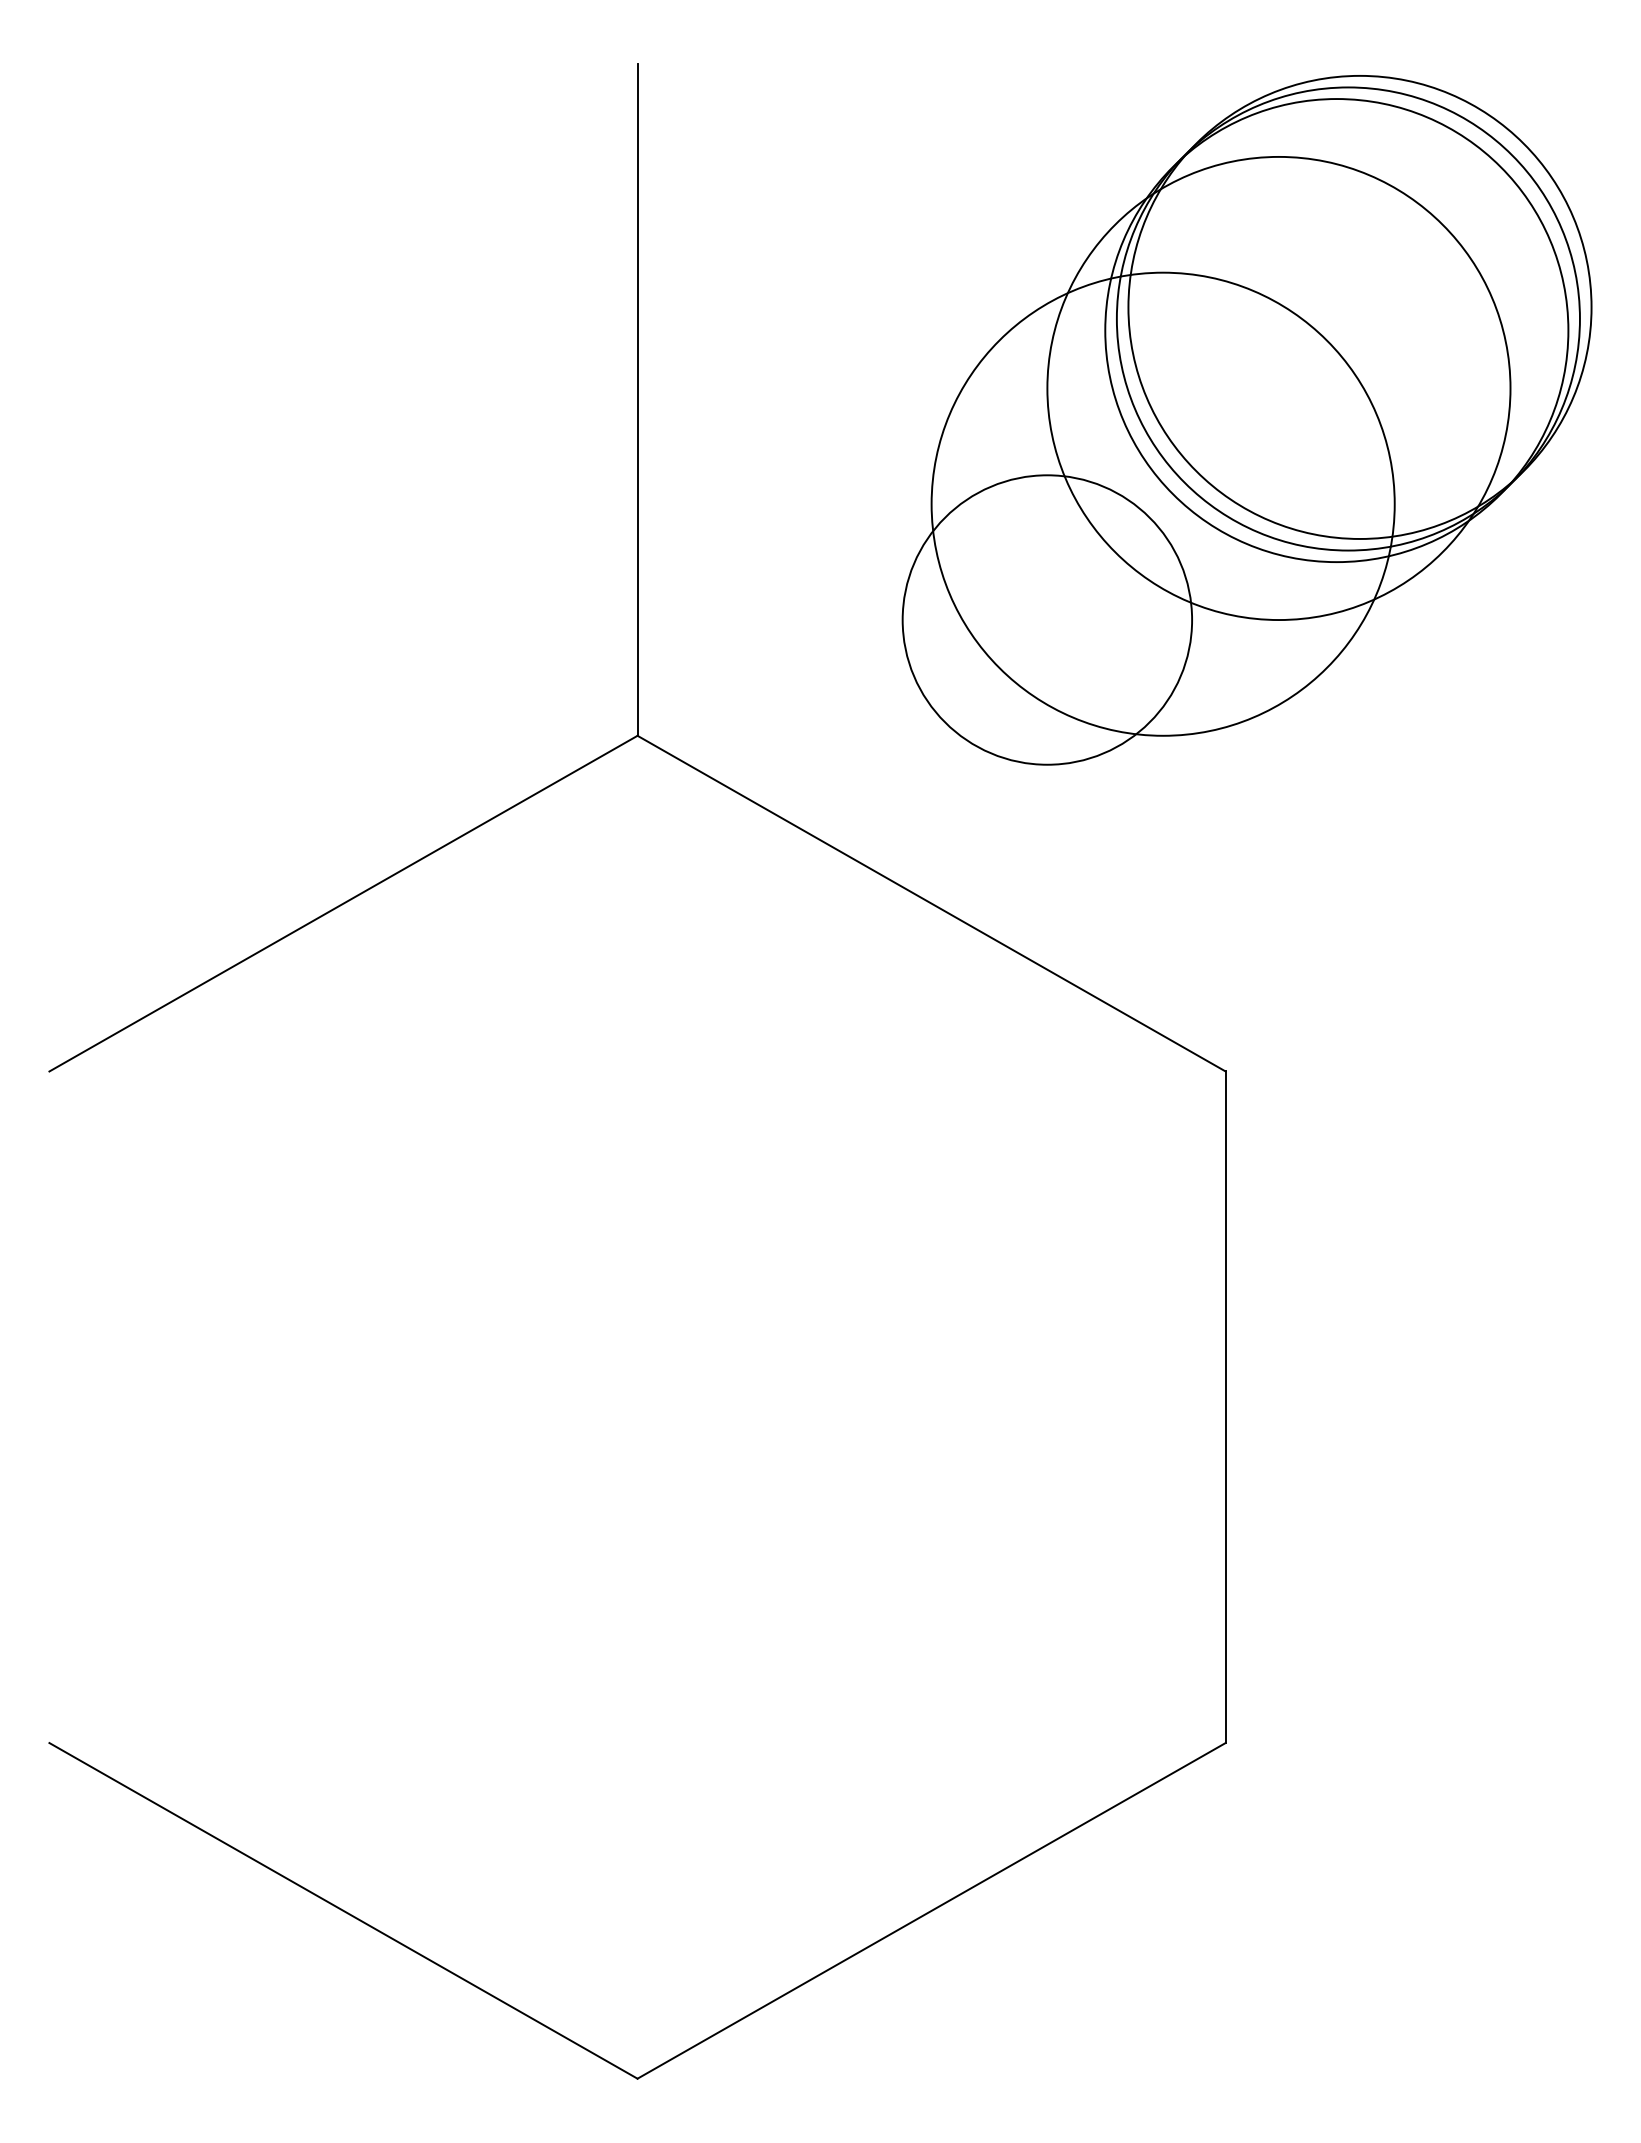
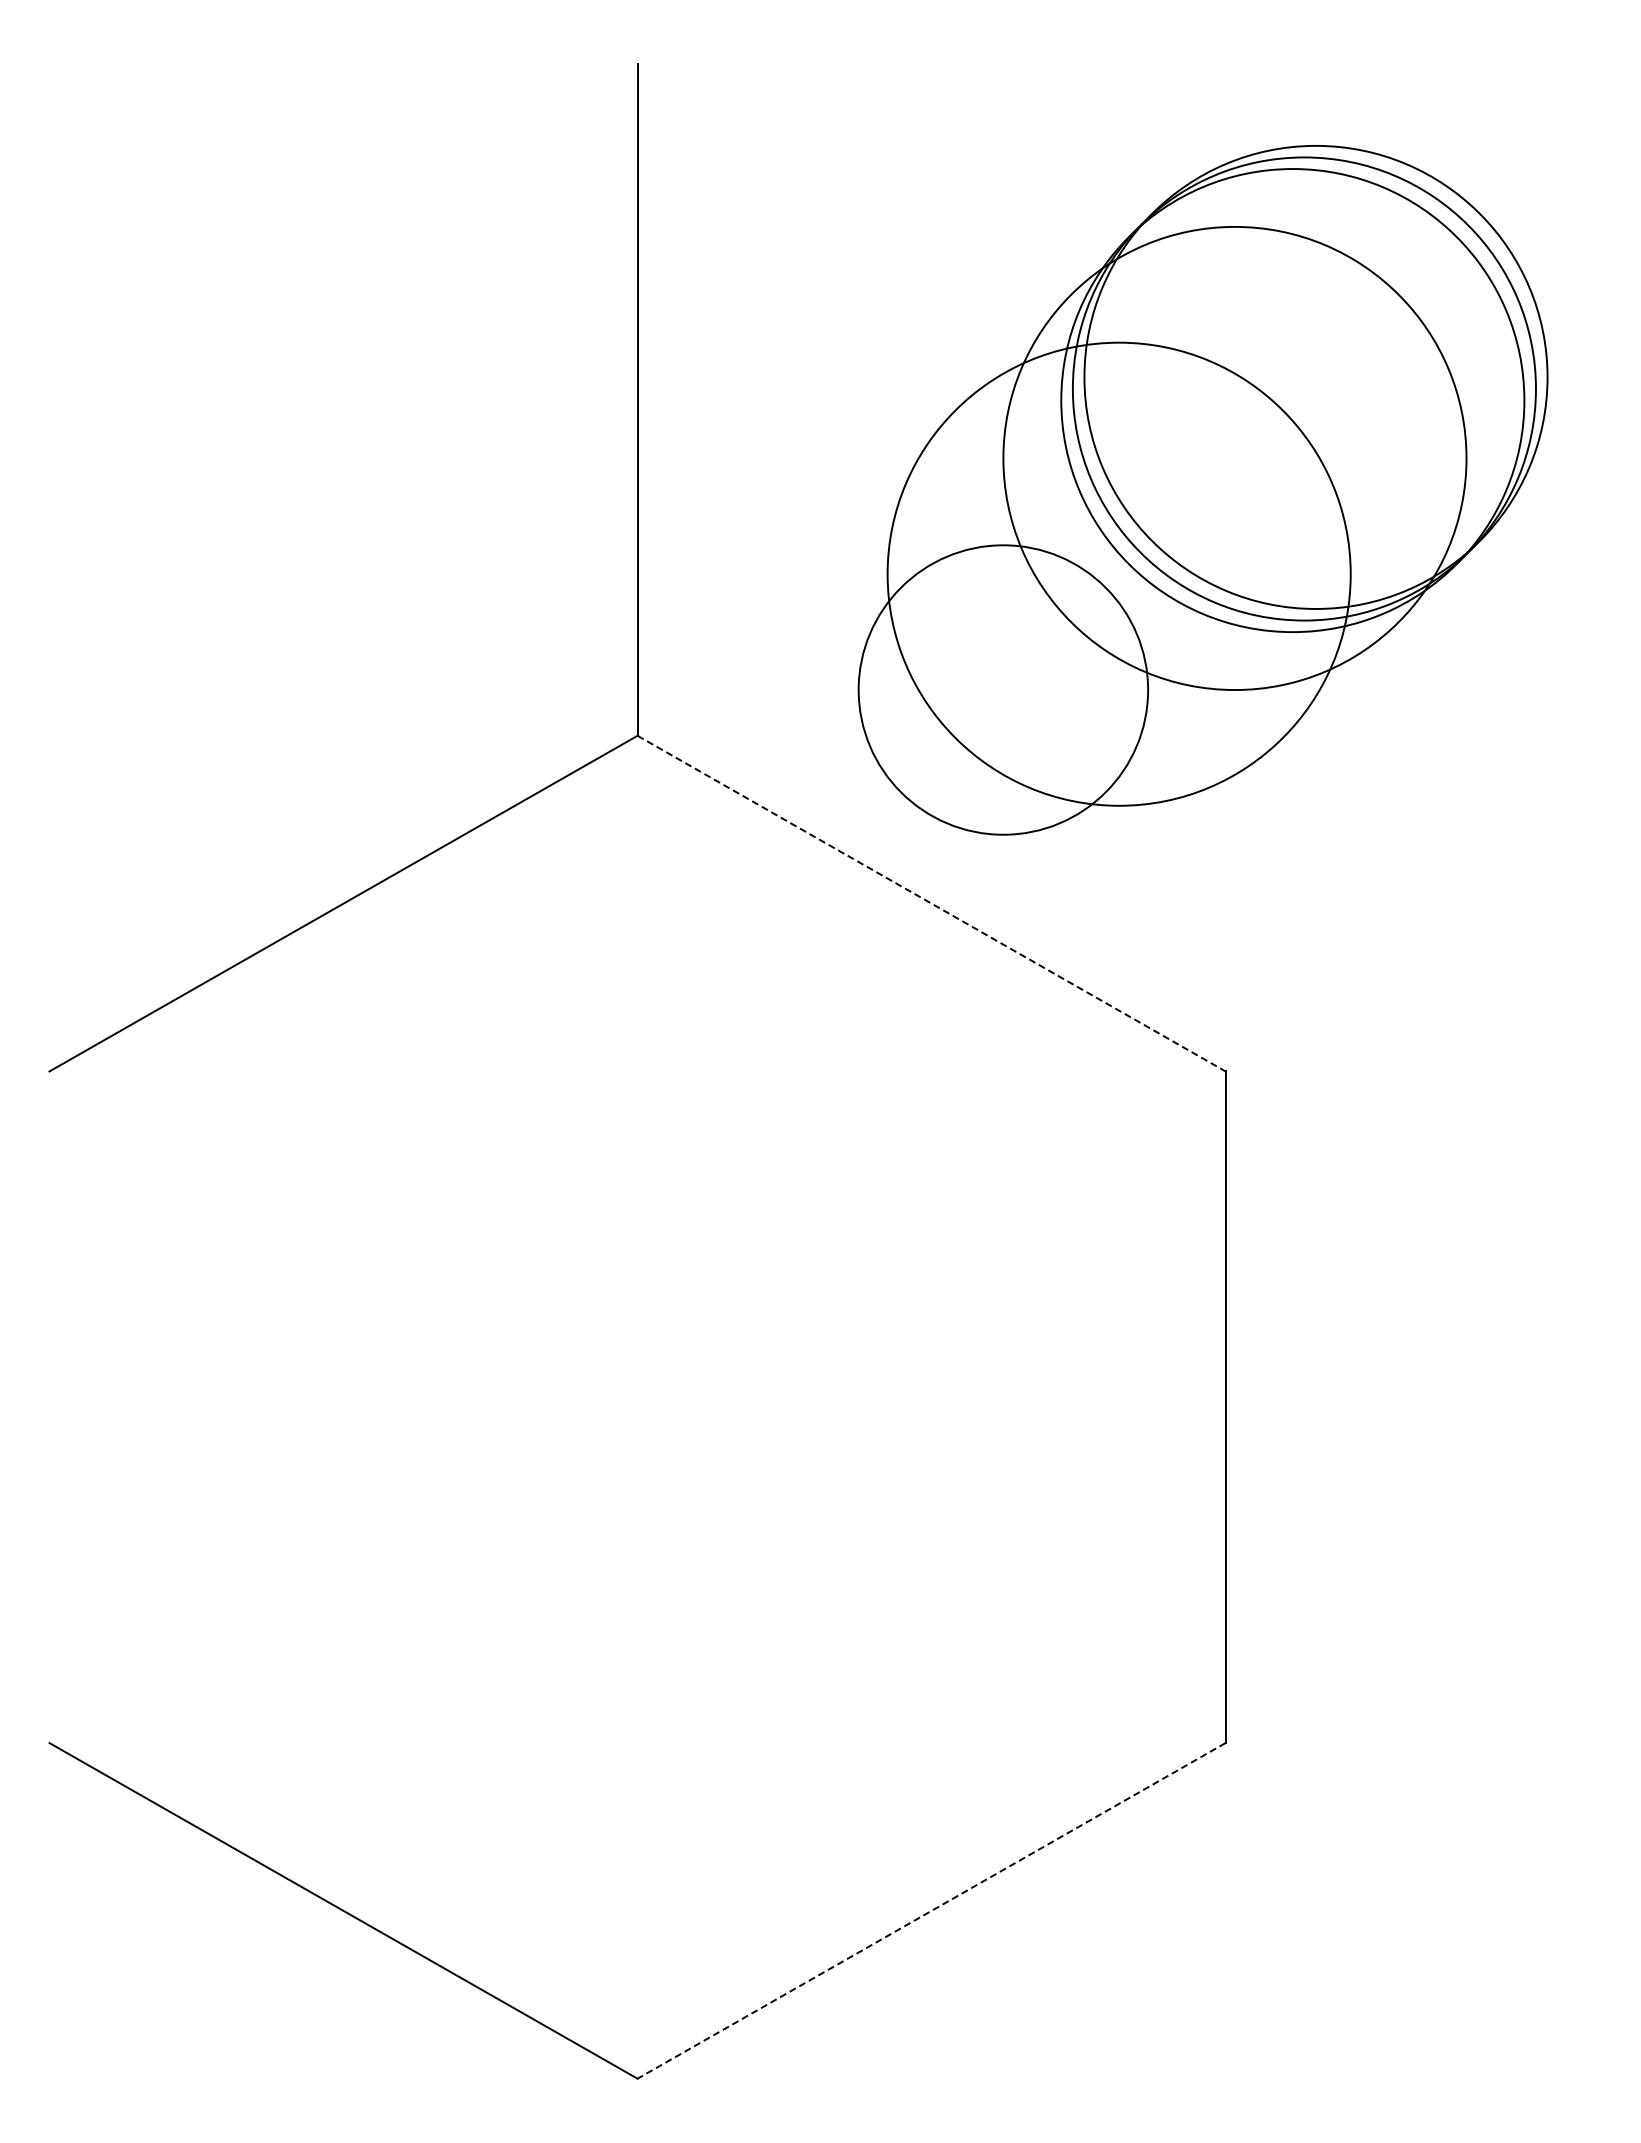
part at (1246, 420) position: (1246, 420) -> (1202, 490)
line at (931, 903): solid -> dashed
line at (931, 1910): solid -> dashed
